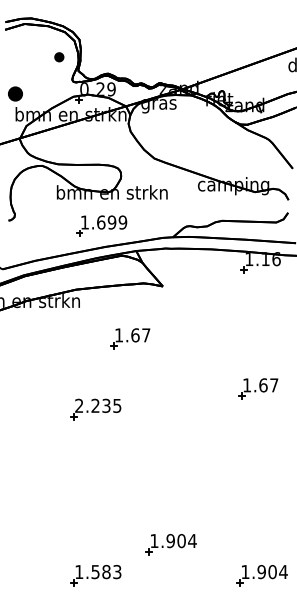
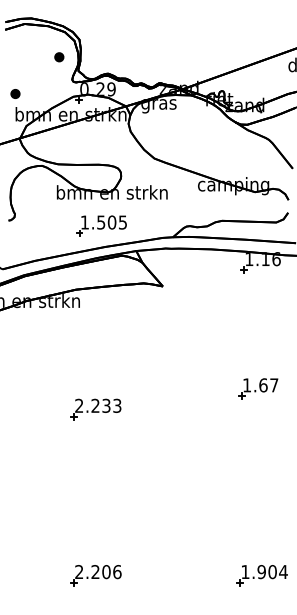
part at (15, 93) size: 15x16 px -> 11x10 px
text at (112, 222): 1.699 -> 1.505
part at (130, 338): present -> none
text at (117, 405): 2.235 -> 2.233
part at (170, 544): present -> none
text at (98, 572): 1.583 -> 2.206
